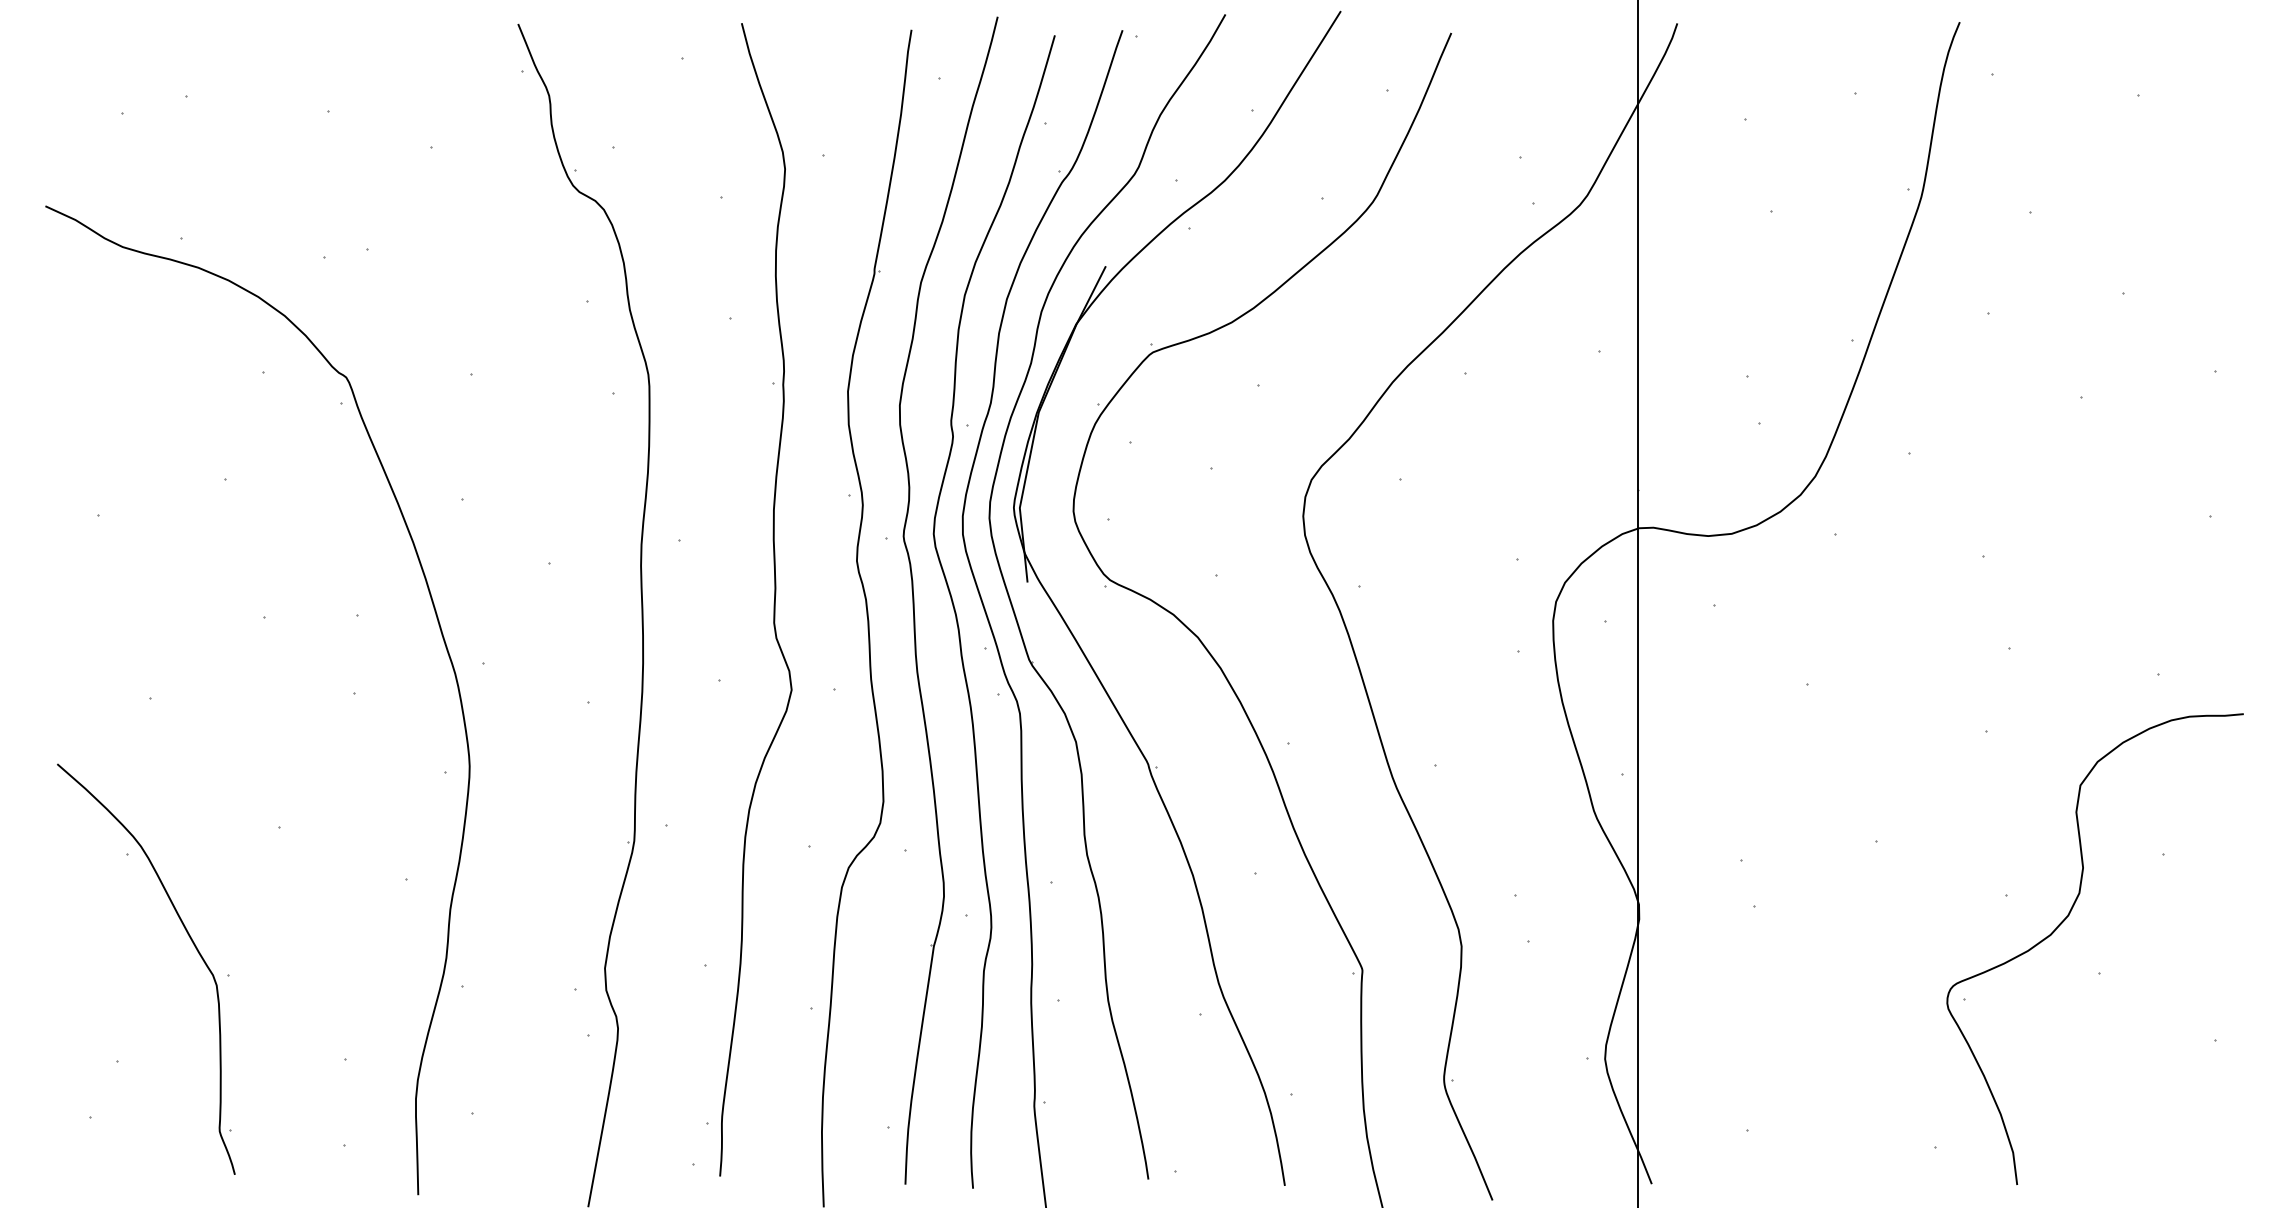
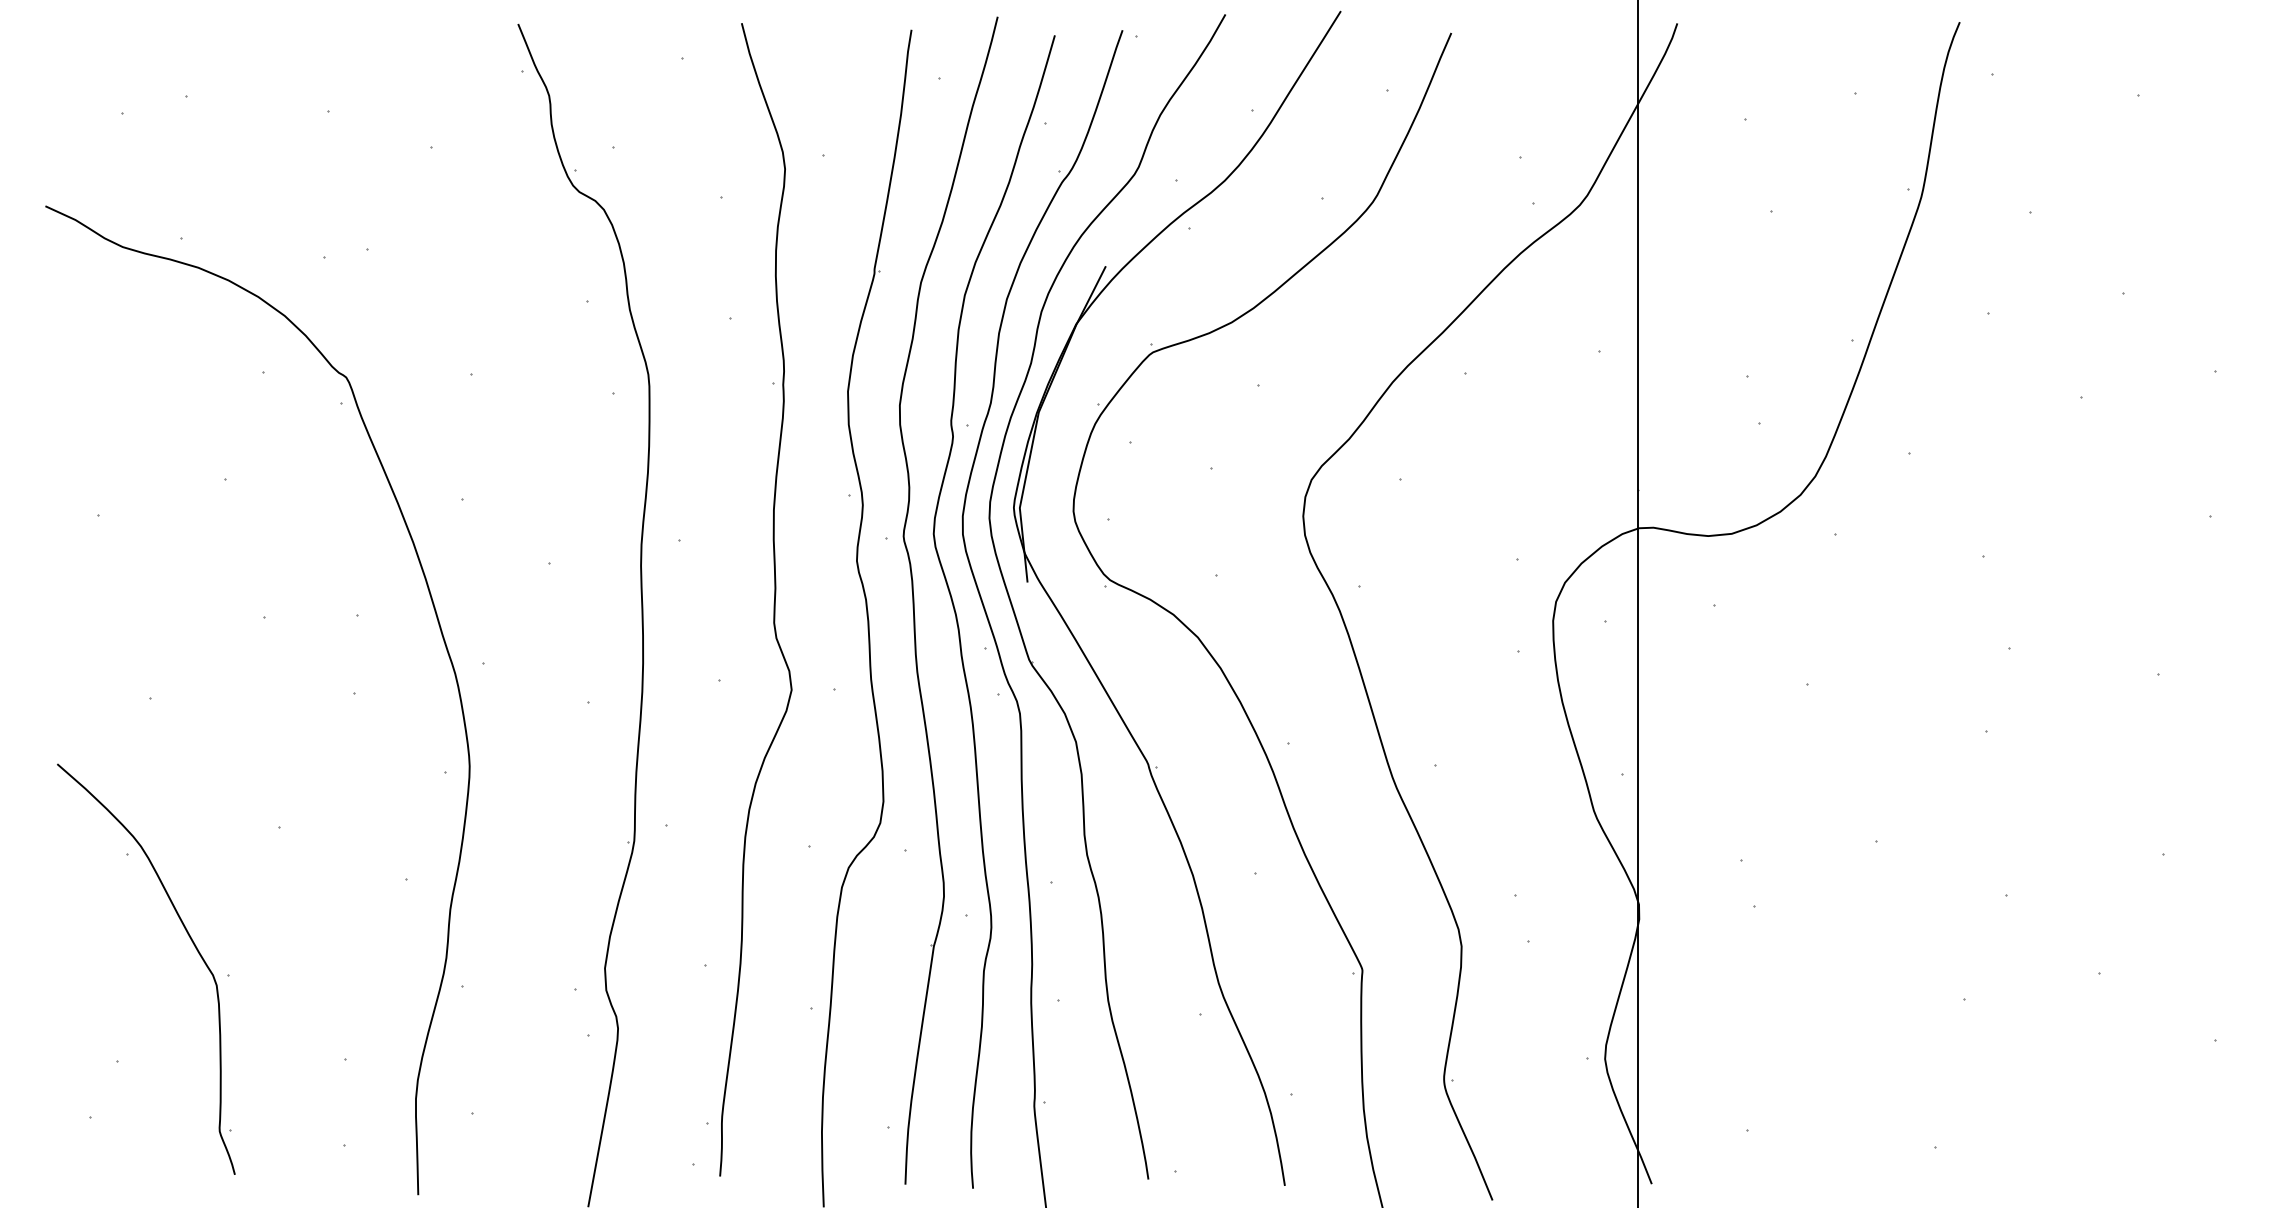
curve at (2065, 920): present -> none
